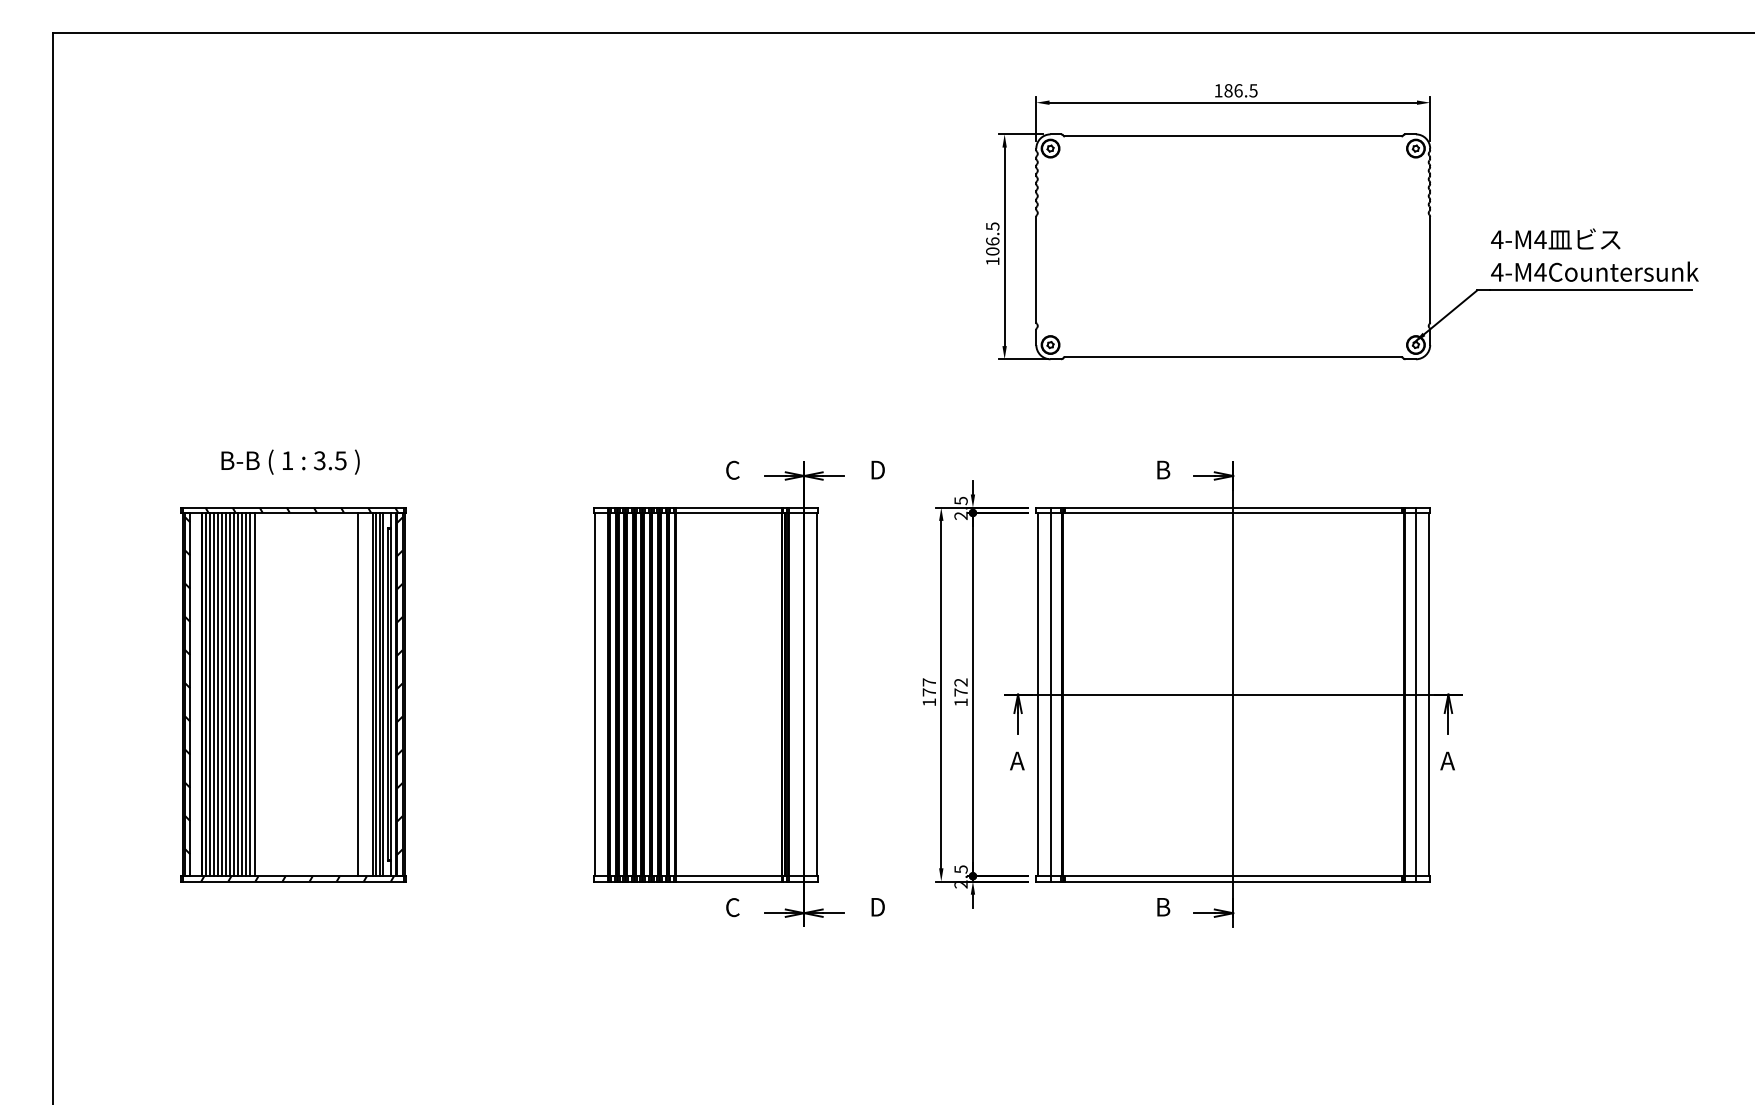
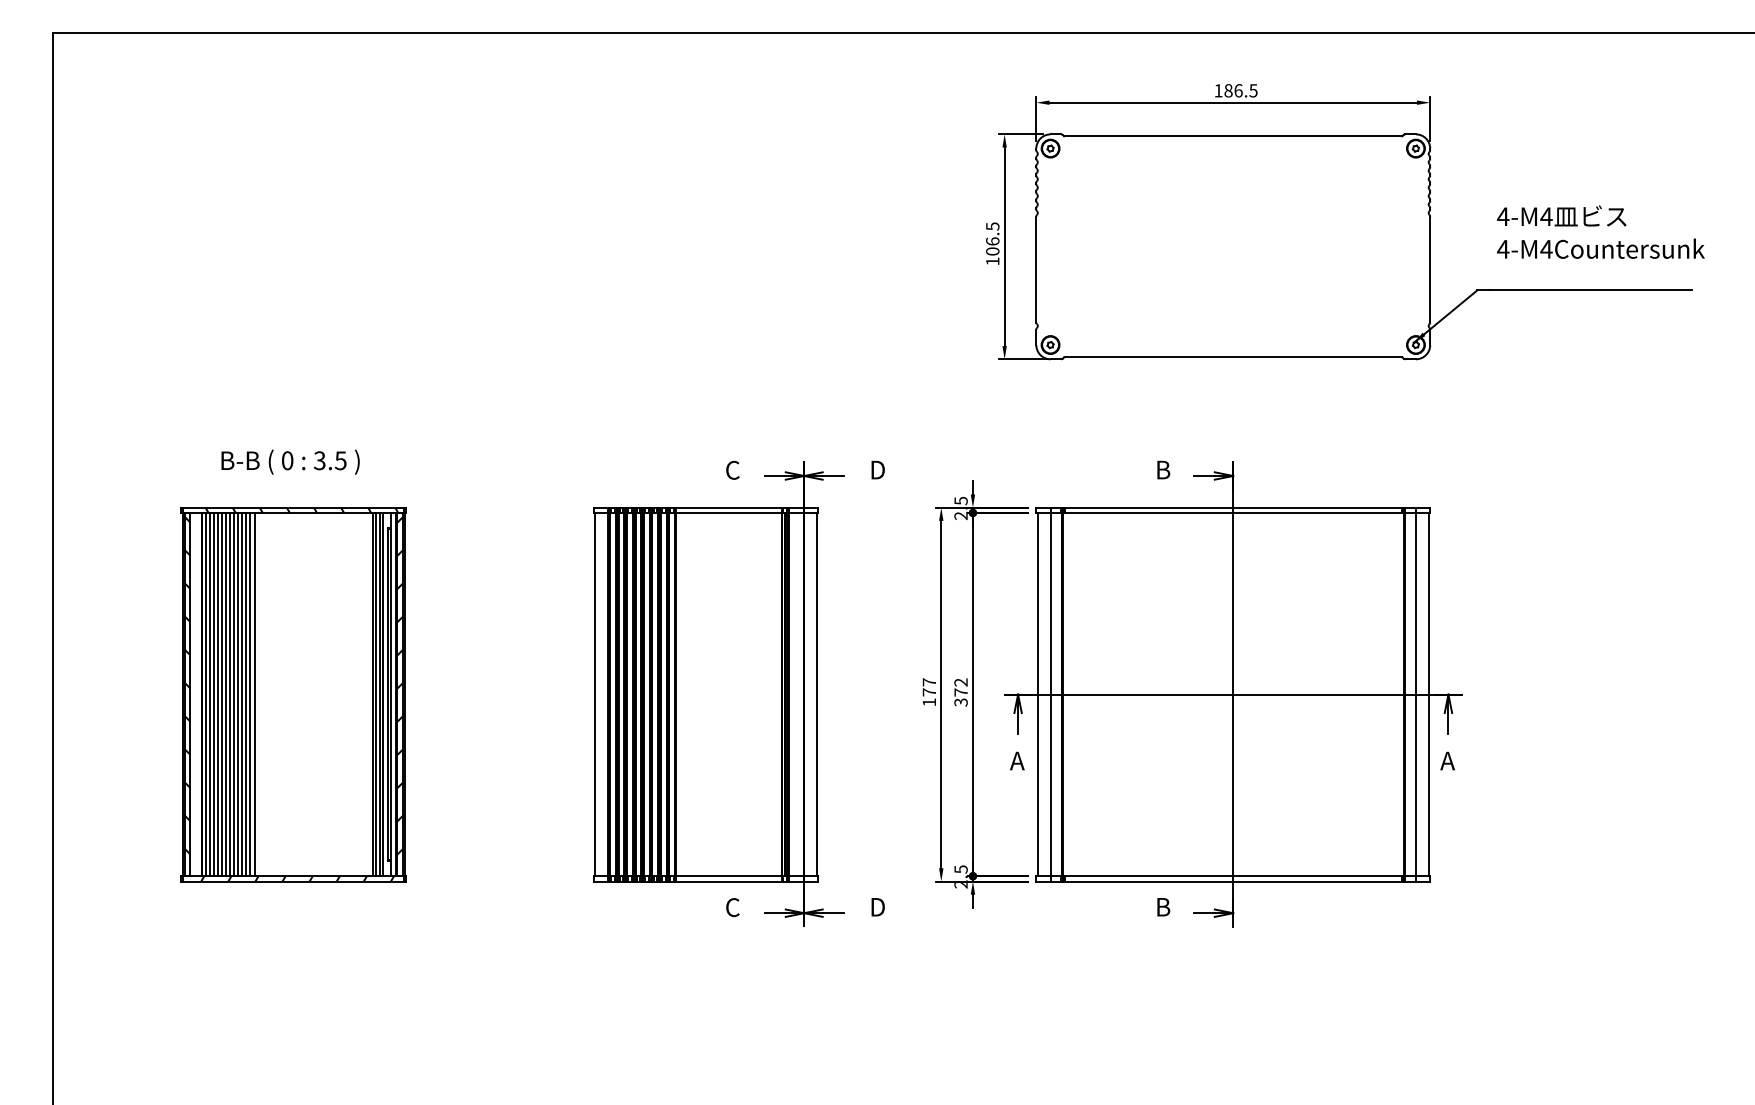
text at (1594, 254) position: (1594, 254) -> (1600, 231)
text at (287, 460): 1 -> 0
line at (357, 694): present -> none
text at (960, 702): 172 -> 372
